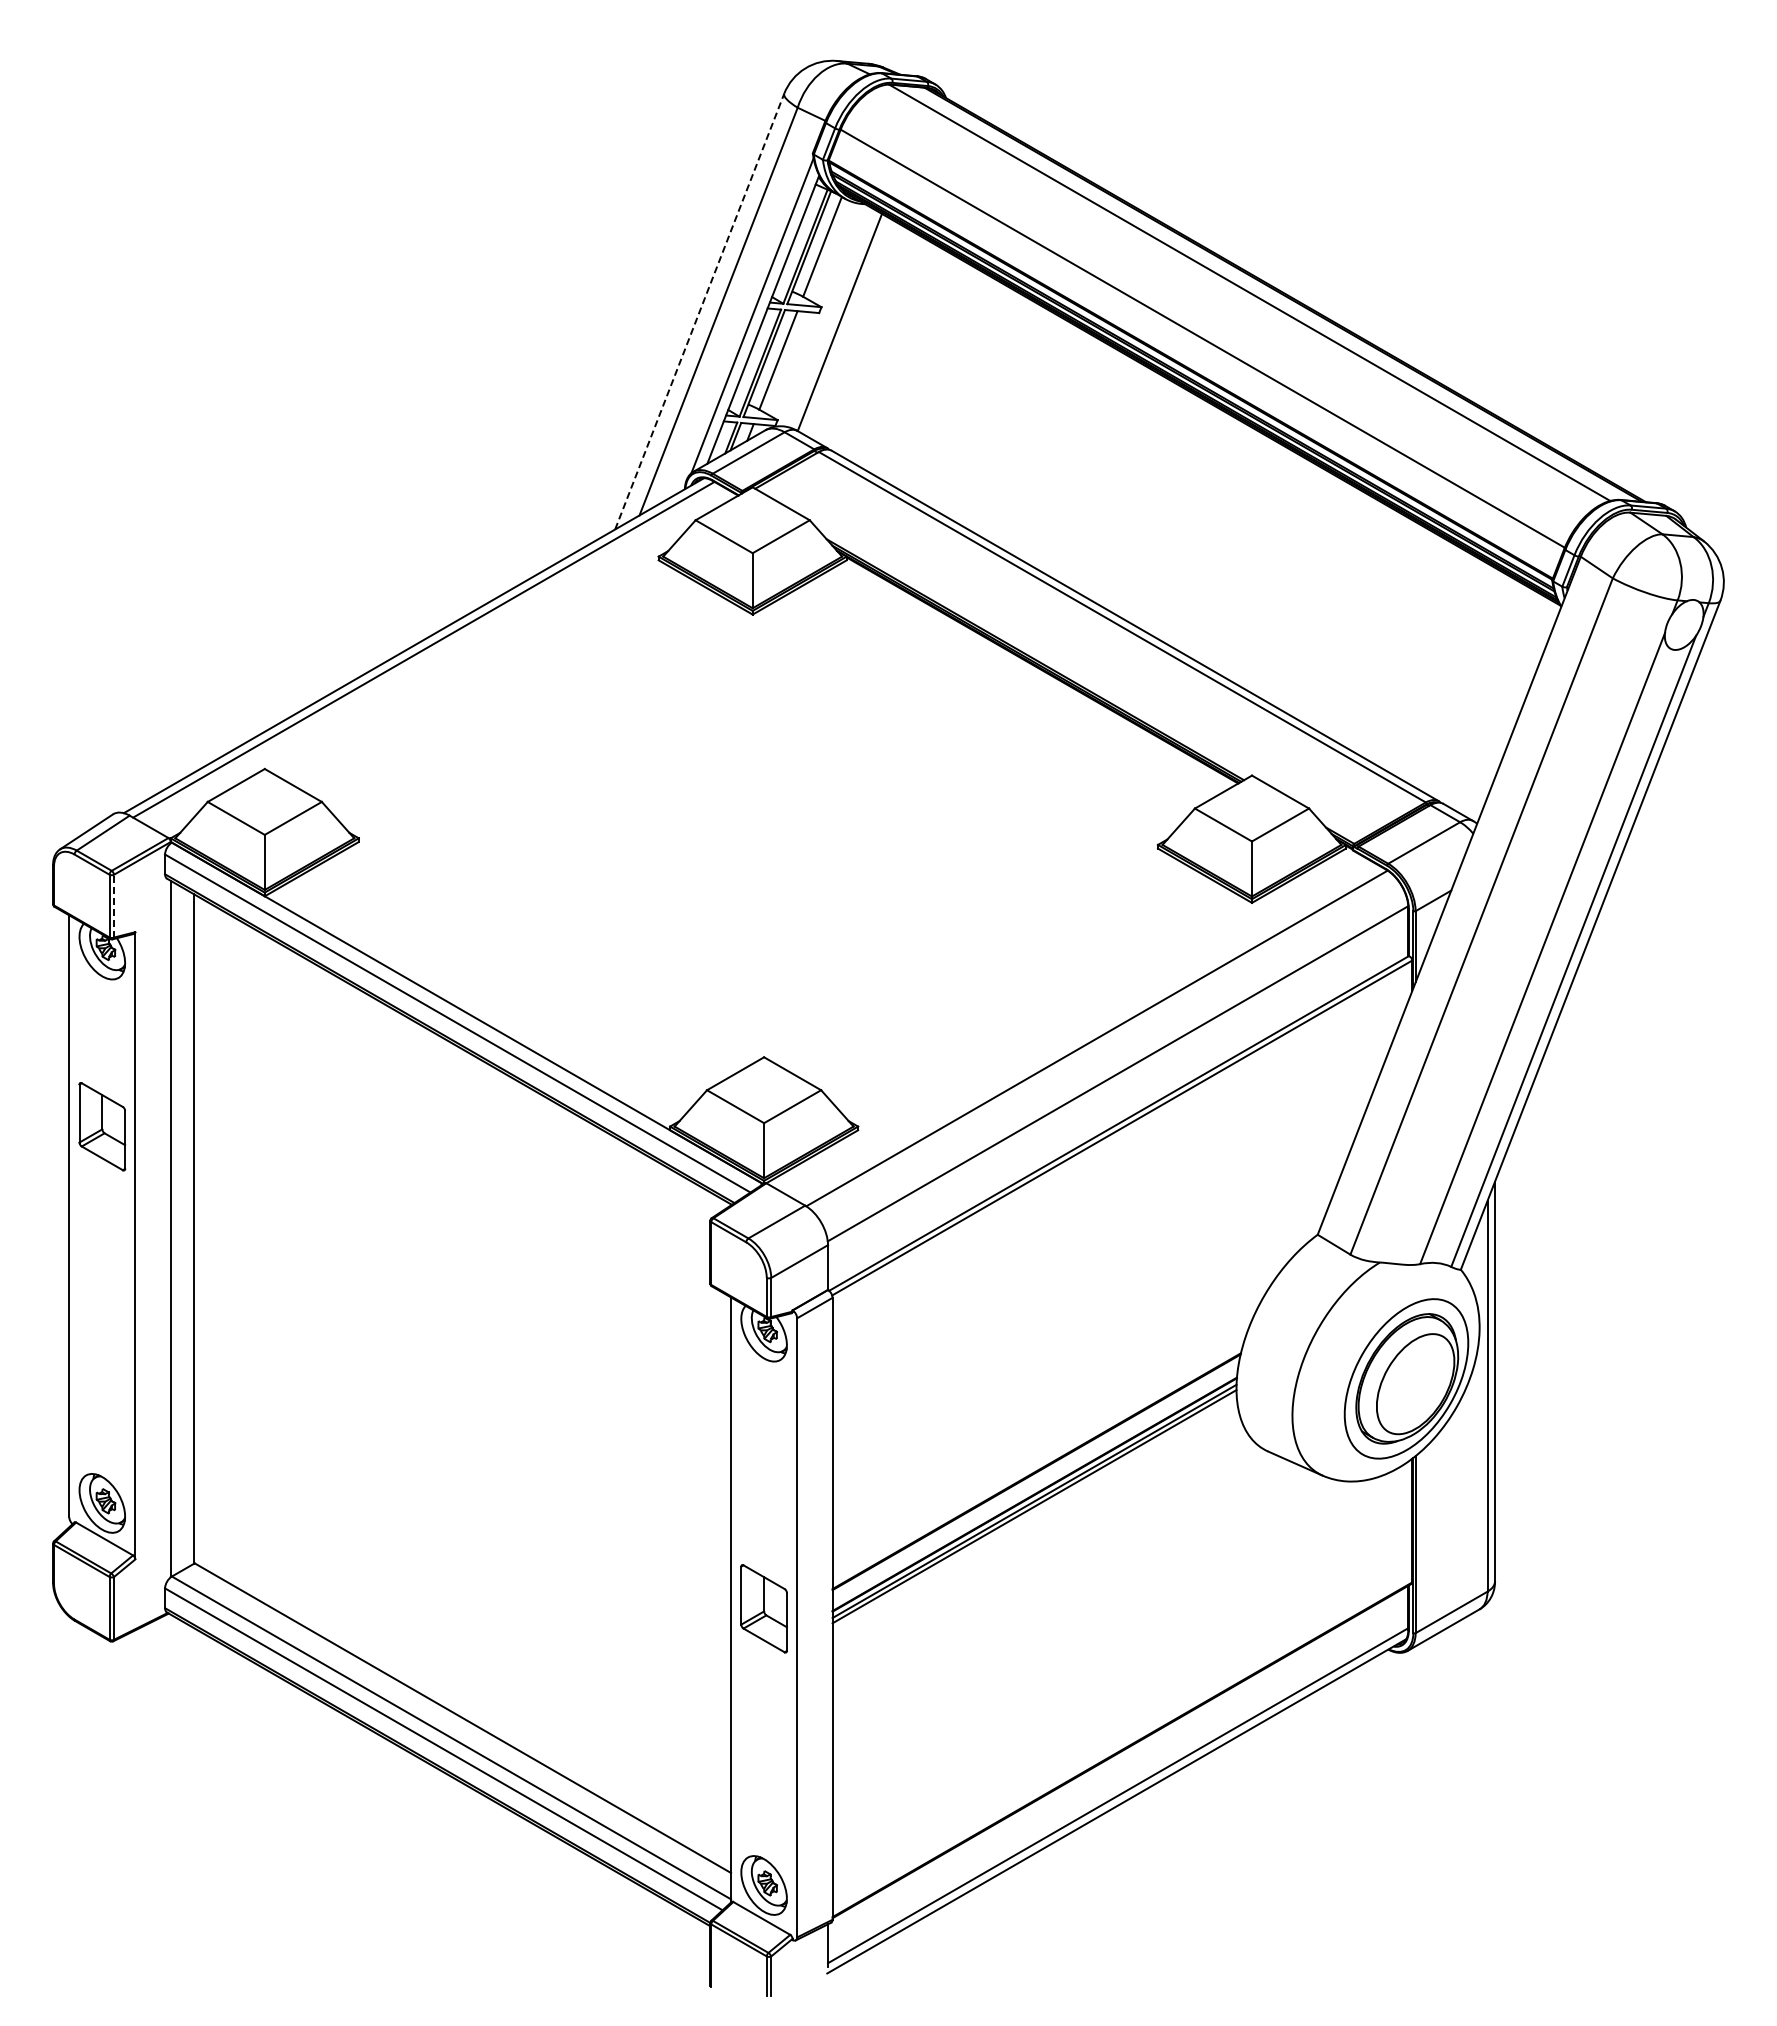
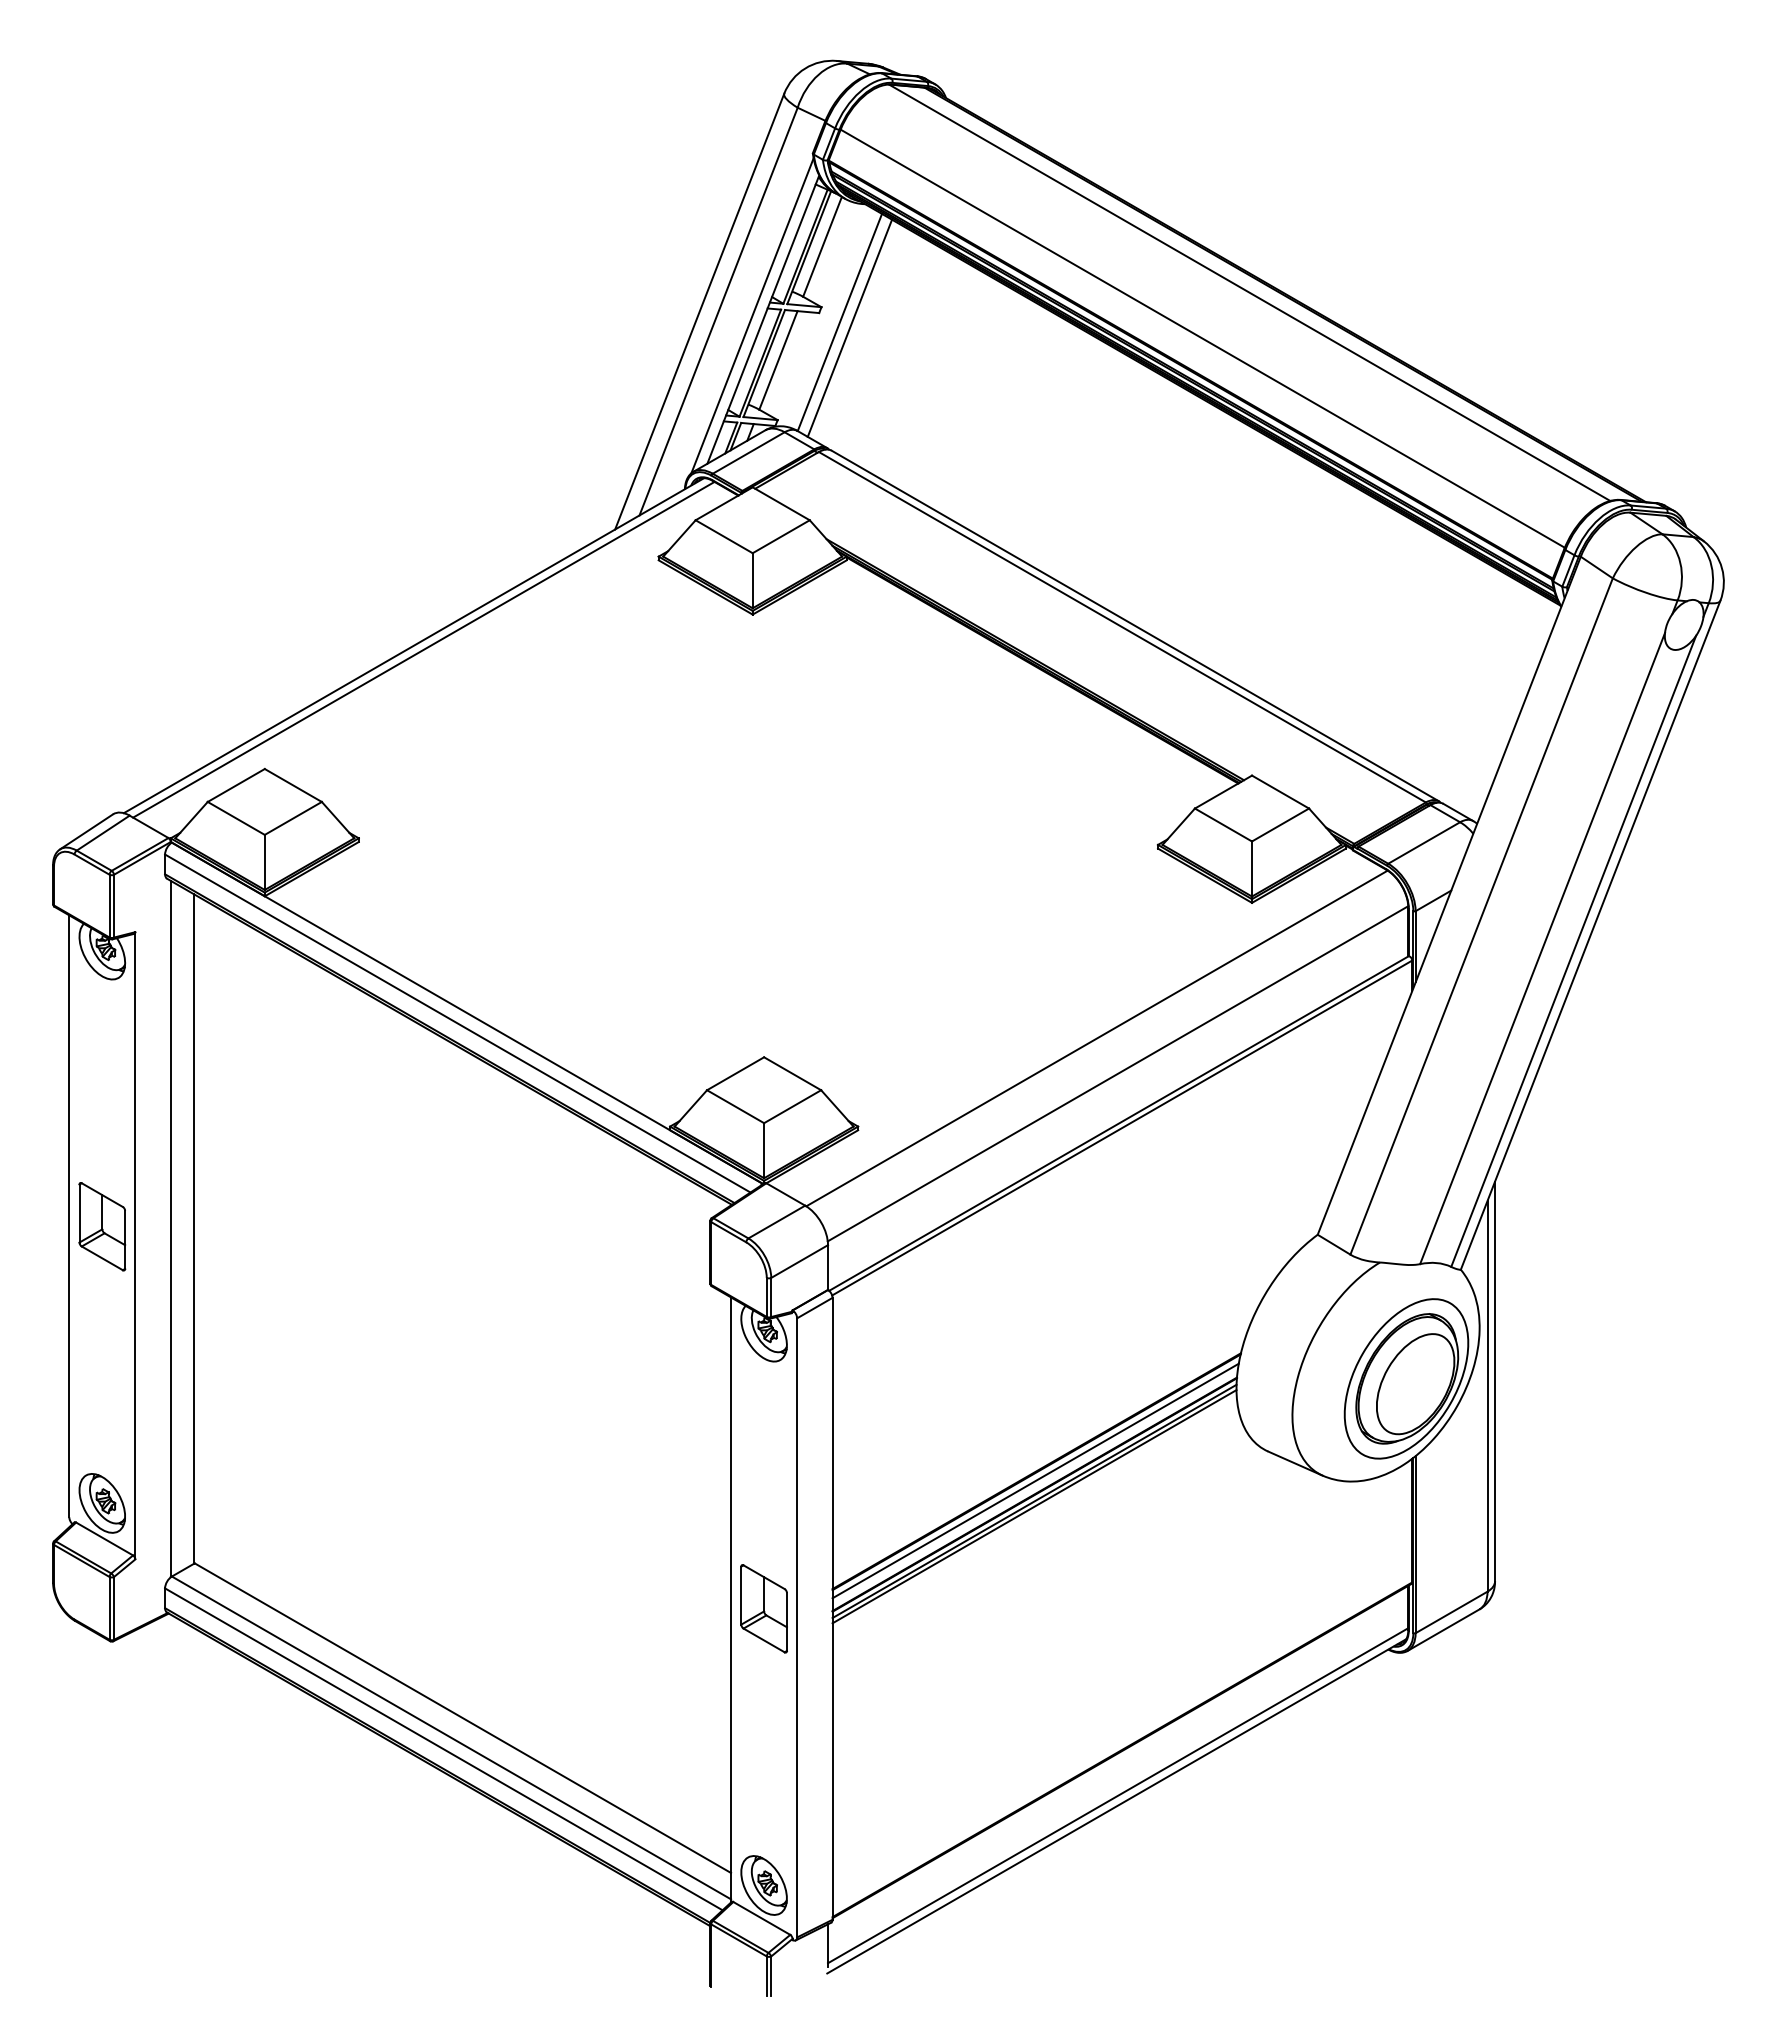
line at (699, 311): dashed -> solid
line at (849, 327): none -> present
line at (114, 905): dashed -> solid
part at (102, 1126) position: (102, 1126) -> (102, 1226)
line at (1035, 1480): none -> present
